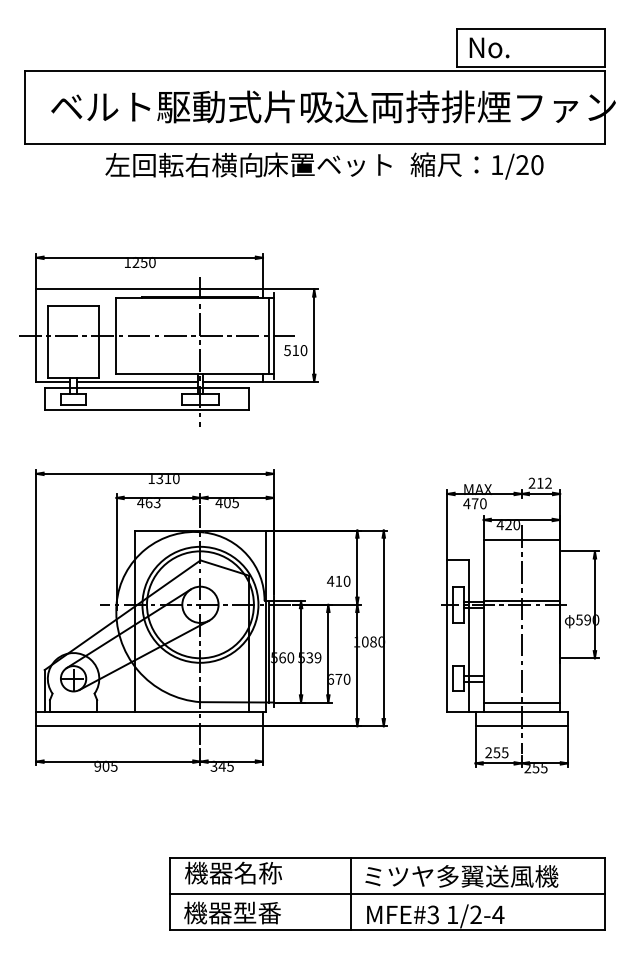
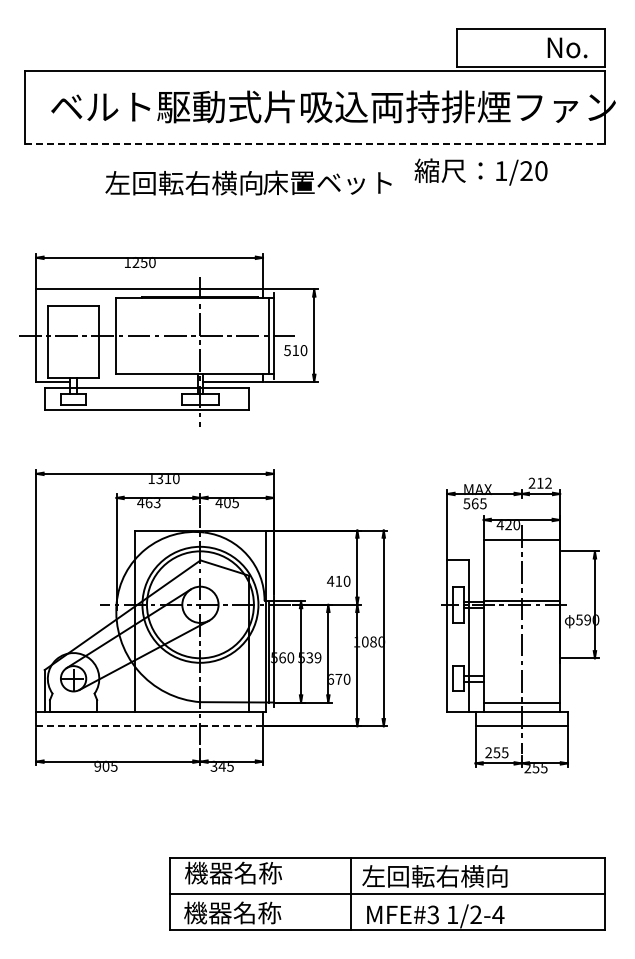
text at (489, 47) position: (489, 47) -> (567, 47)
line at (315, 143): solid -> dashed
text at (248, 164) position: (248, 164) -> (248, 182)
text at (476, 165) position: (476, 165) -> (480, 171)
line at (137, 381): present -> none
text at (474, 503): 470 -> 565
line at (149, 726): solid -> dashed
text at (460, 876): ミツヤ多翼送風機 -> 左回転右横向
text at (257, 912): 機器型番 -> 機器名称
